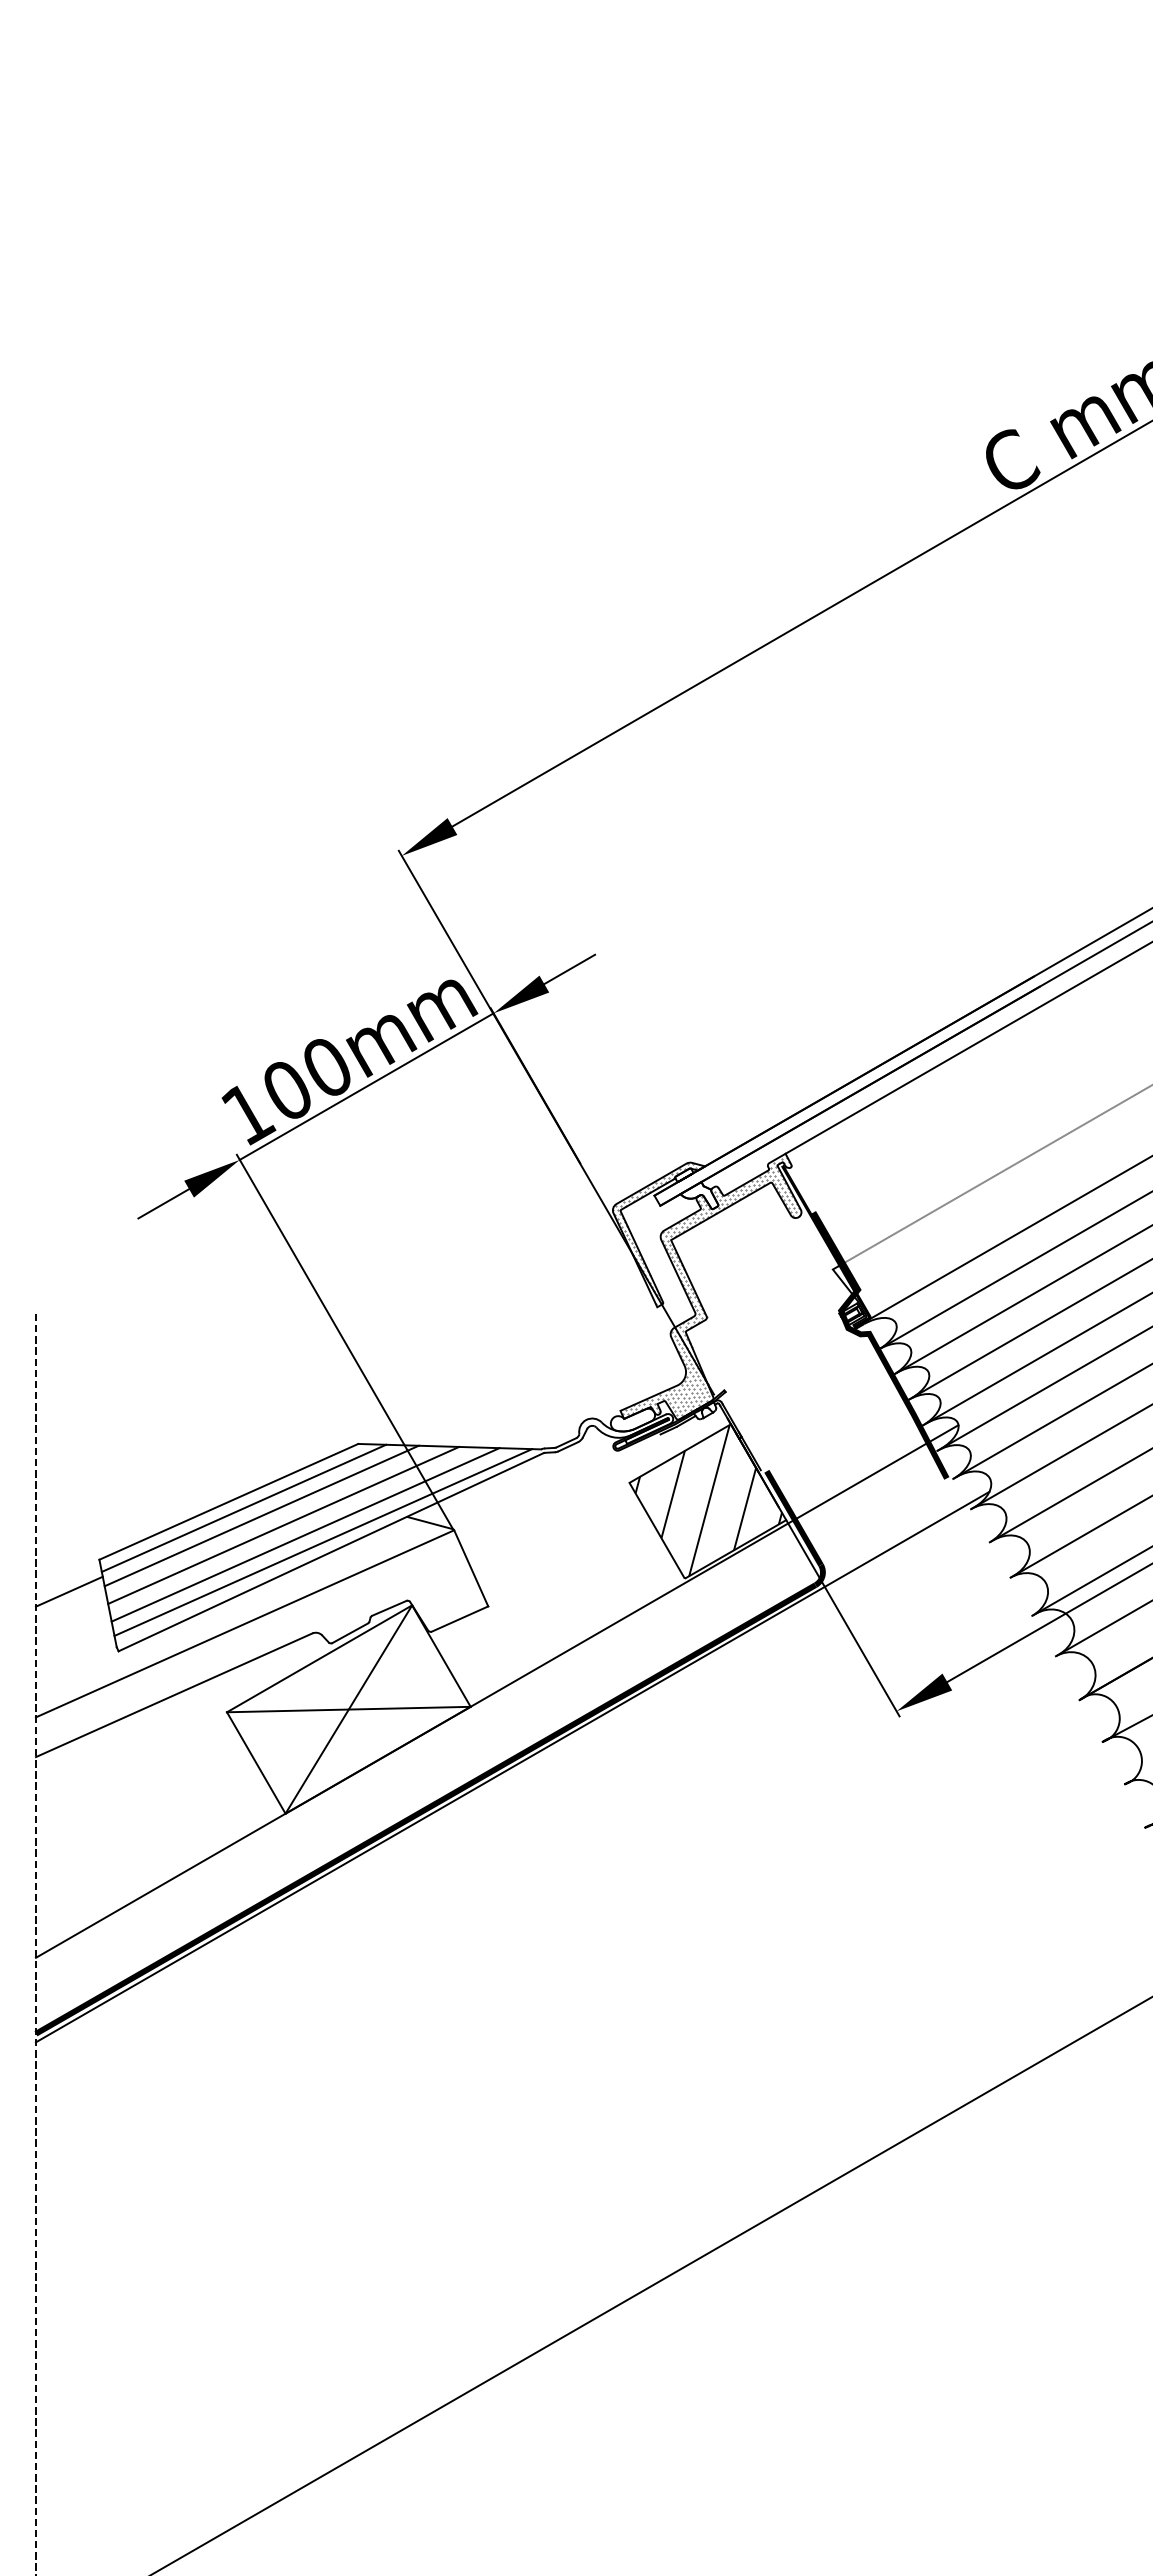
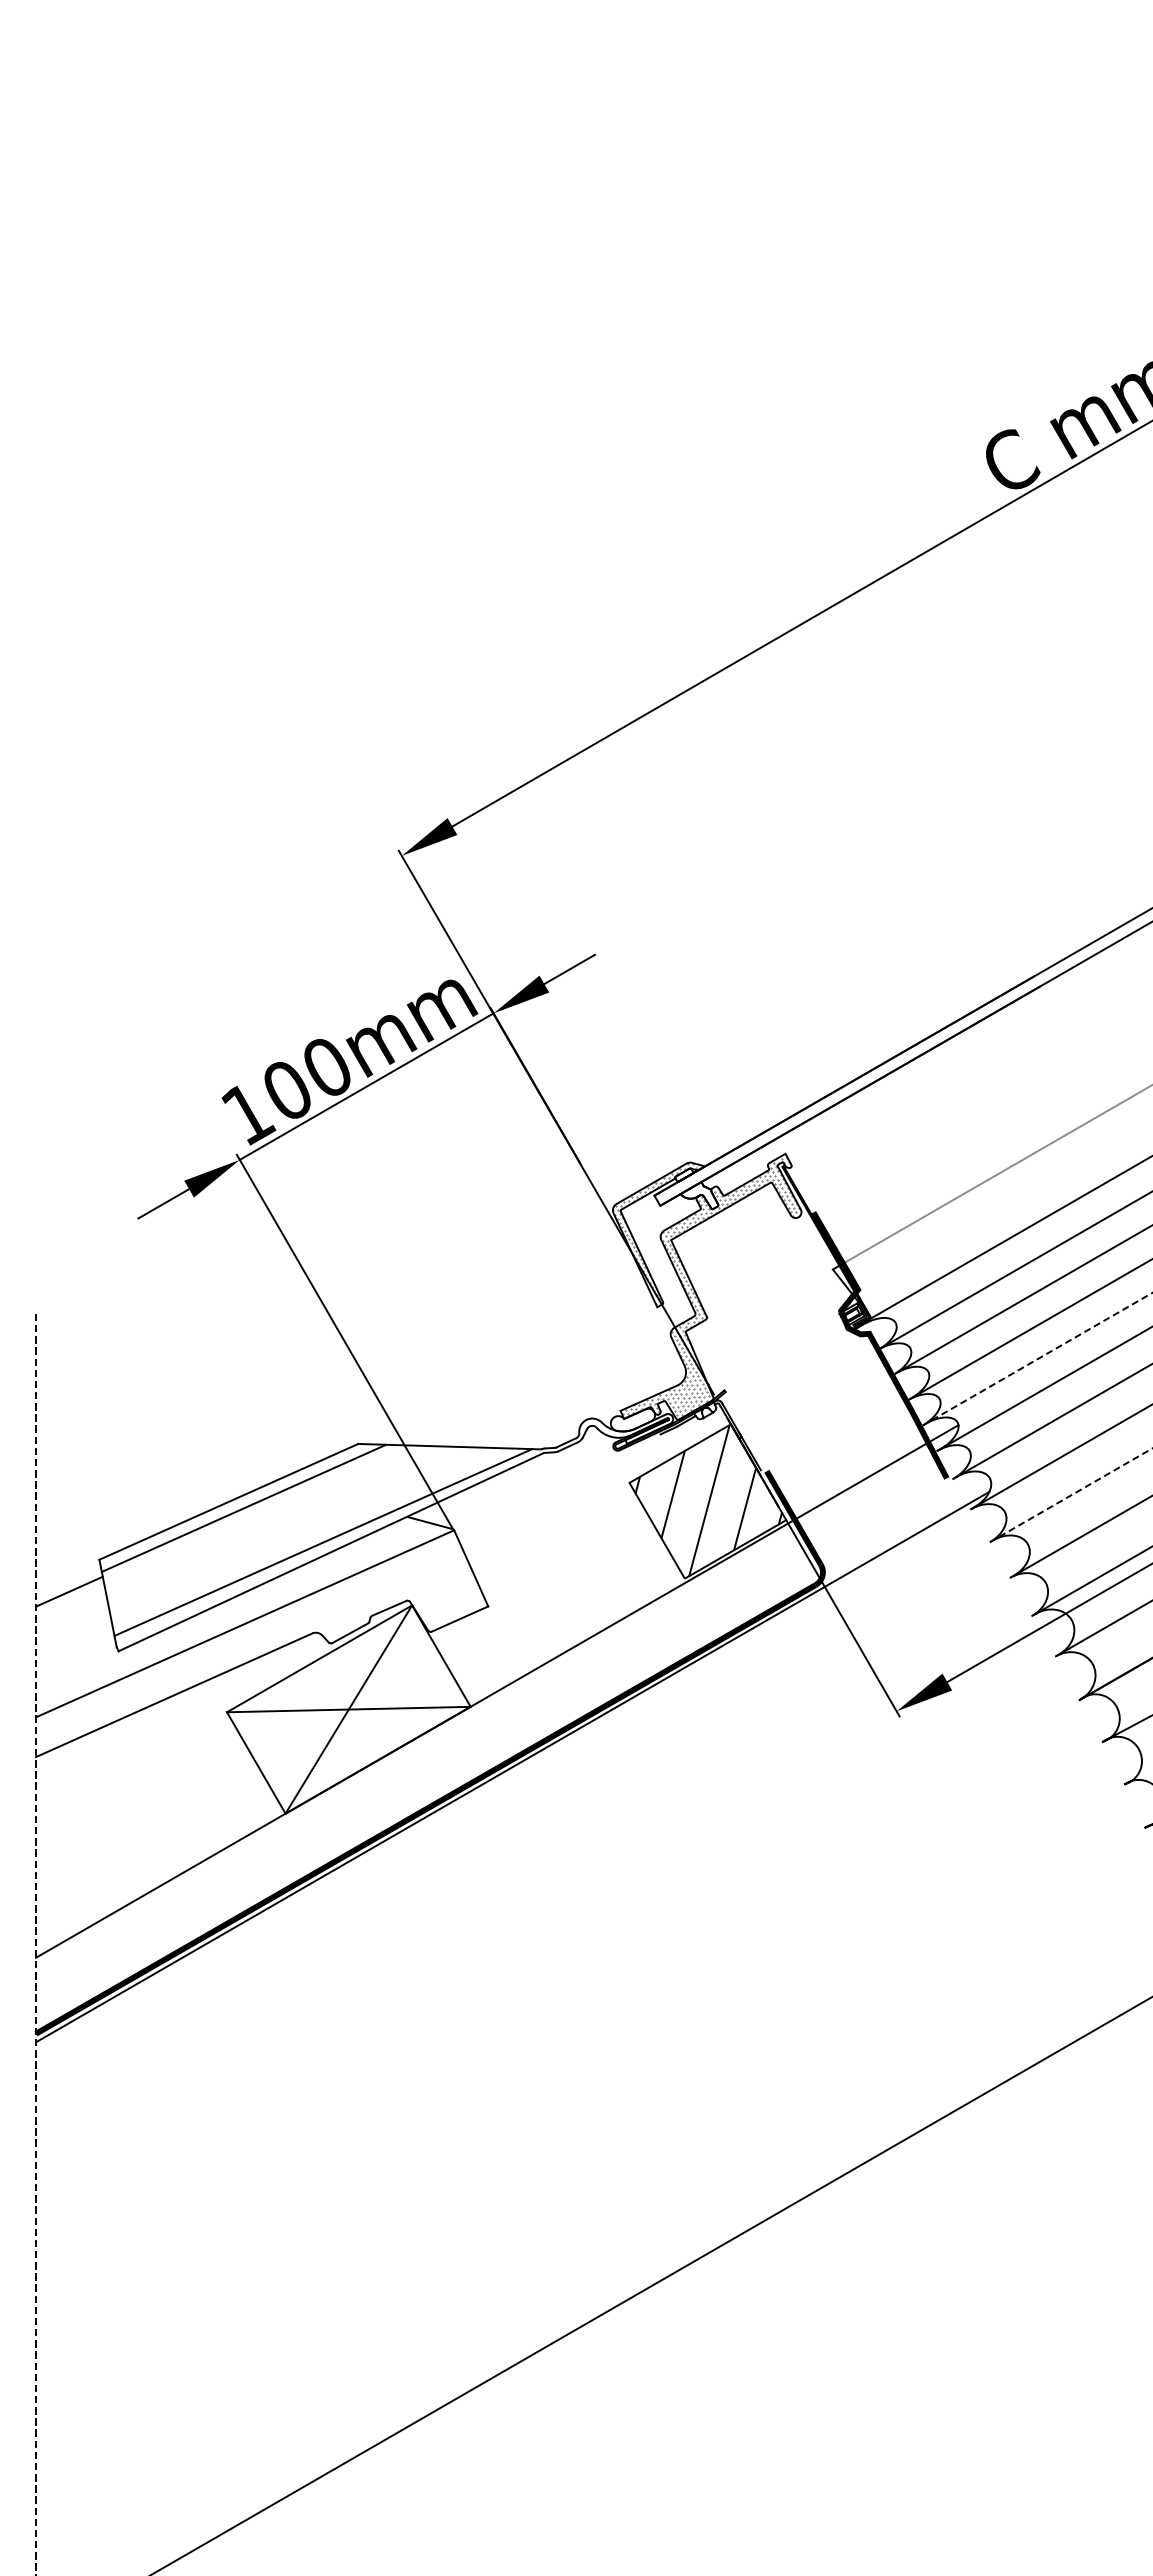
line at (967, 1048): present -> none
line at (1037, 1359): solid -> dashed
line at (1071, 1495): solid -> dashed
line at (261, 1515): present -> none
line at (283, 1524): present -> none
line at (305, 1534): present -> none
